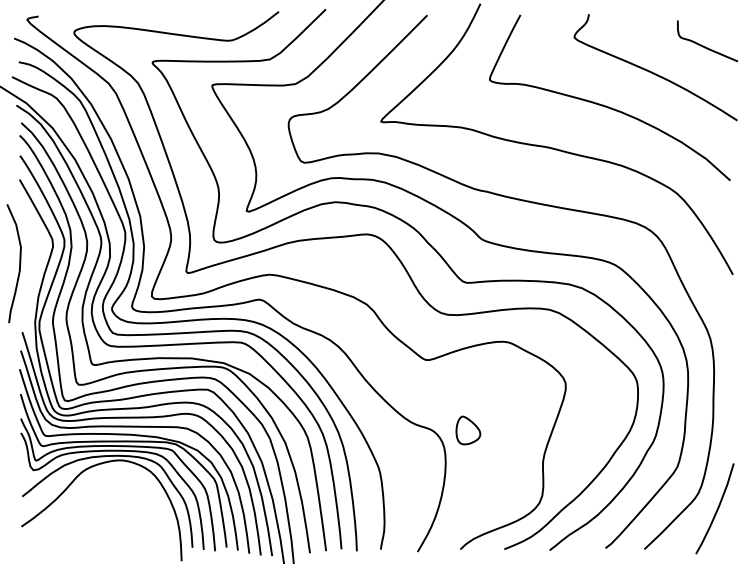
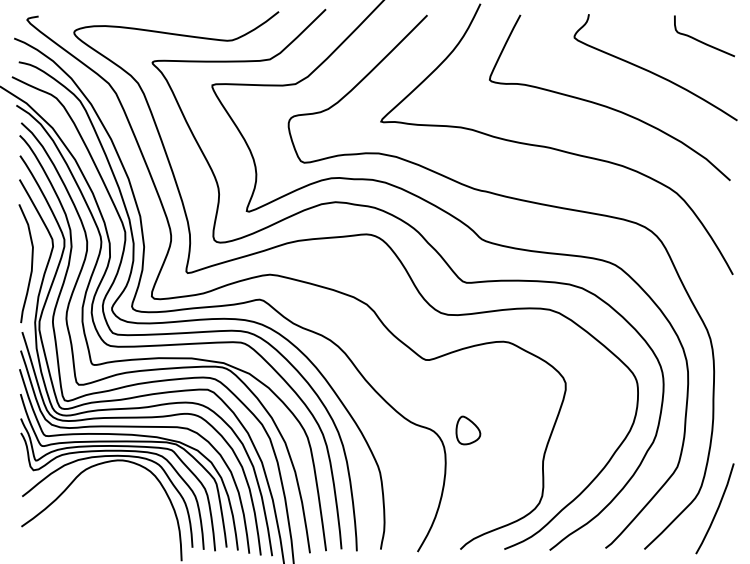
curve at (705, 46) position: (705, 46) -> (702, 41)
curve at (19, 263) position: (19, 263) -> (31, 263)
